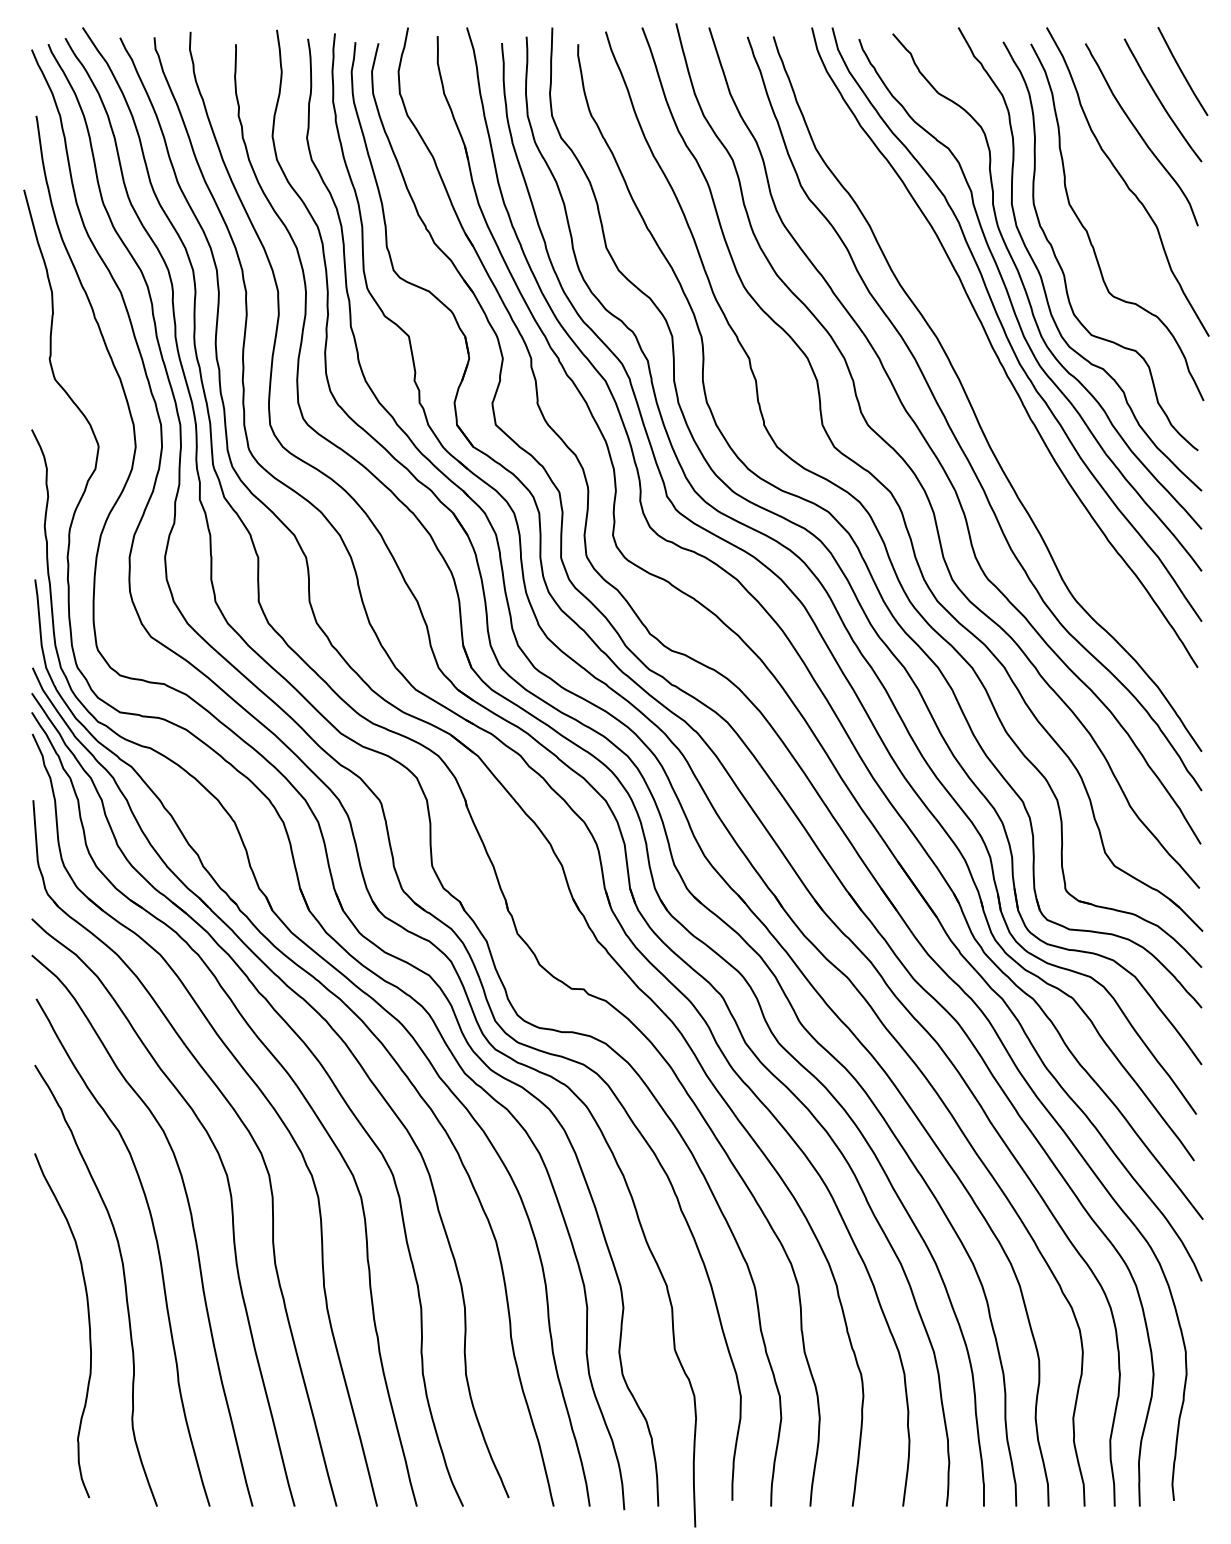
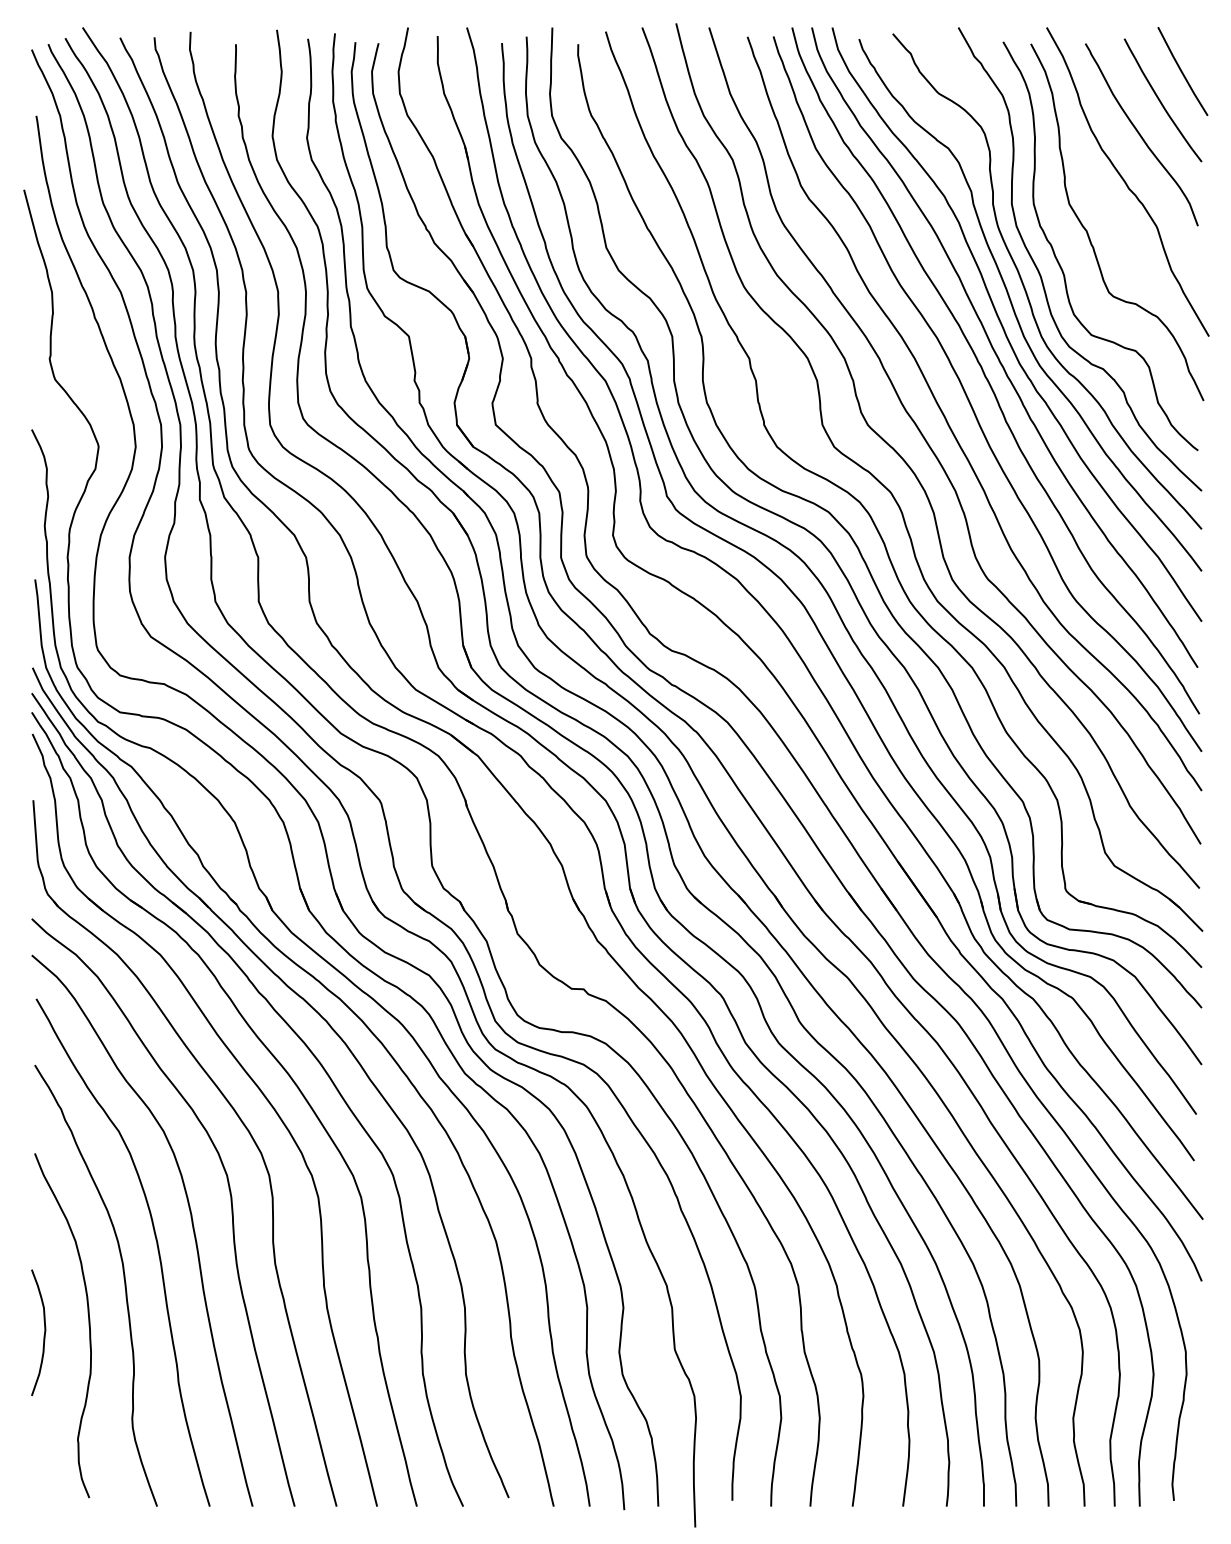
curve at (985, 373): none -> present
curve at (43, 1335): none -> present
